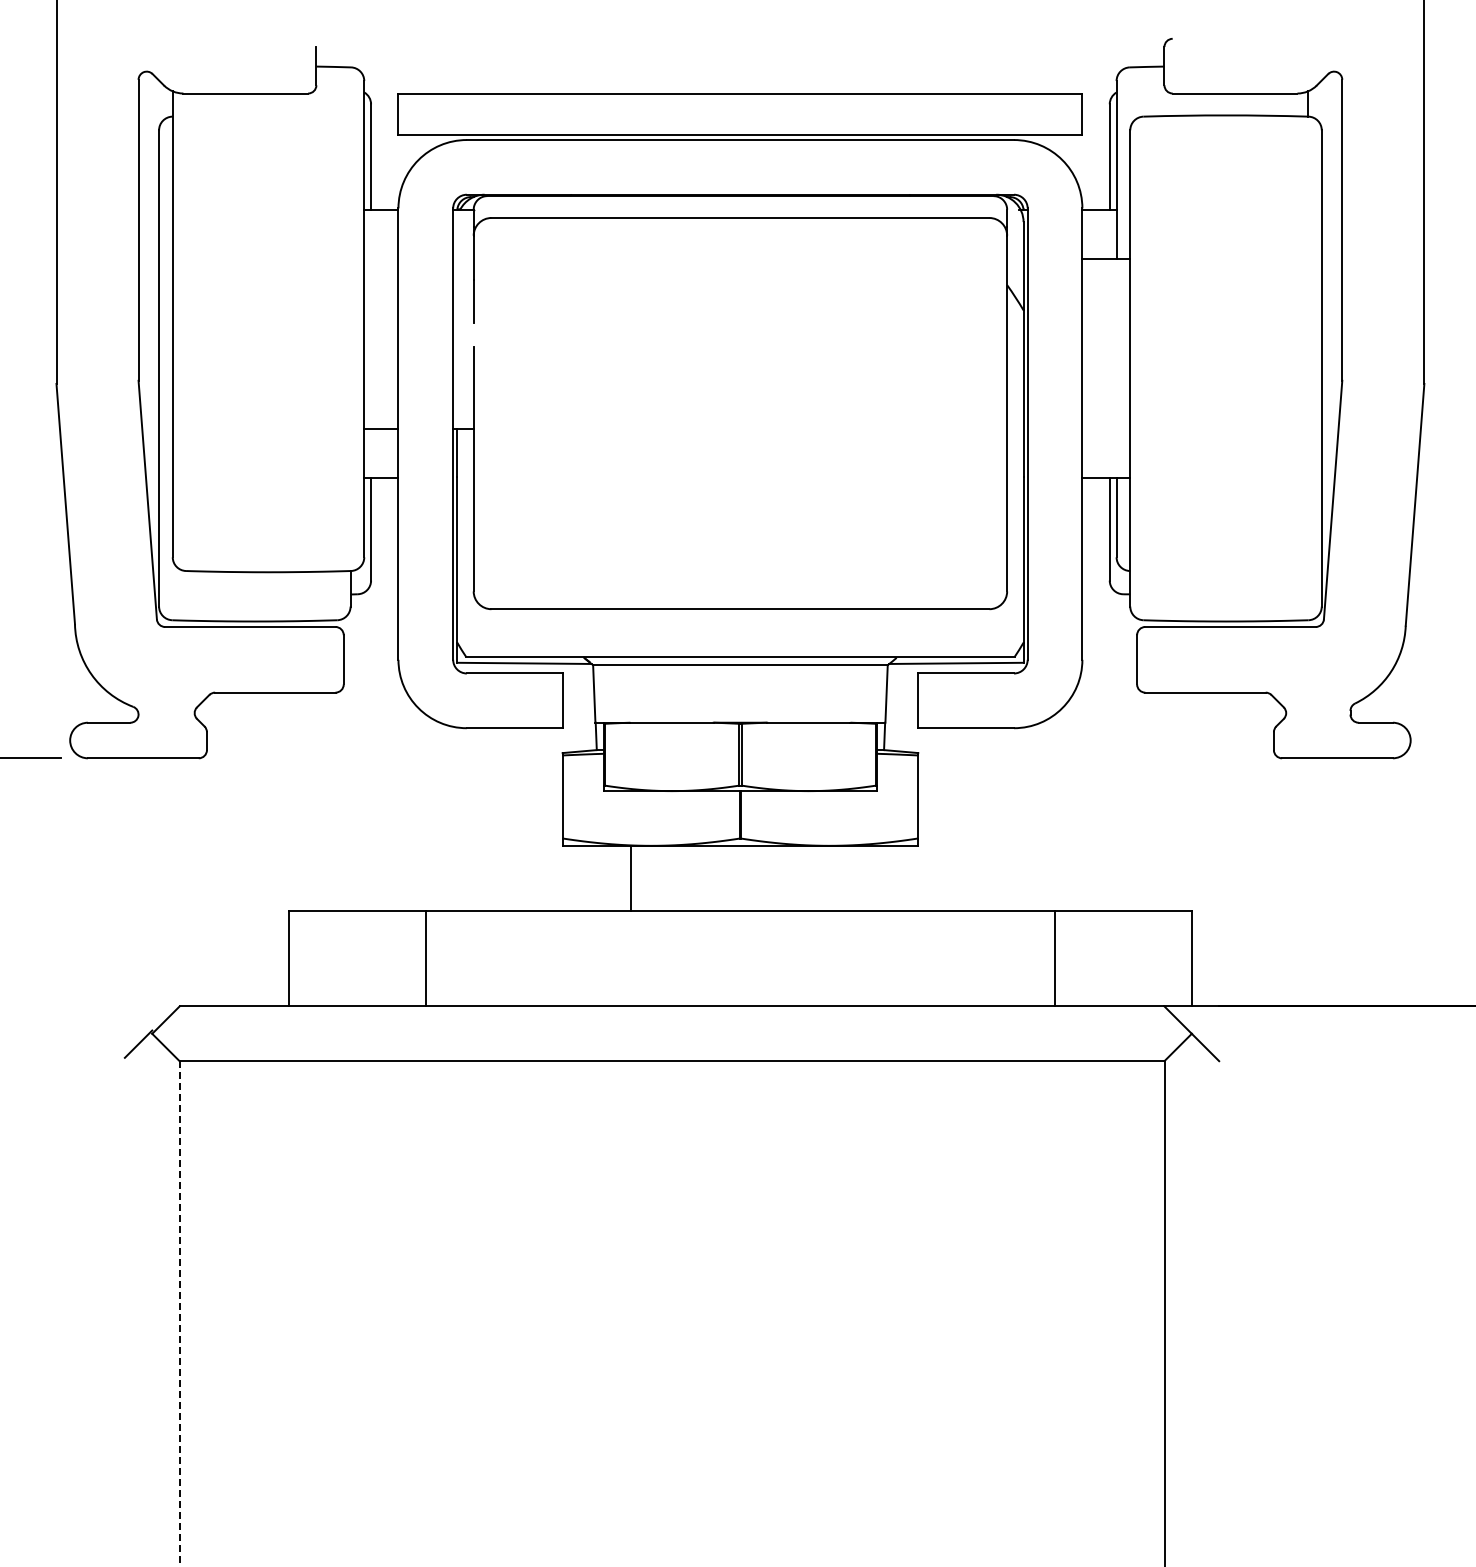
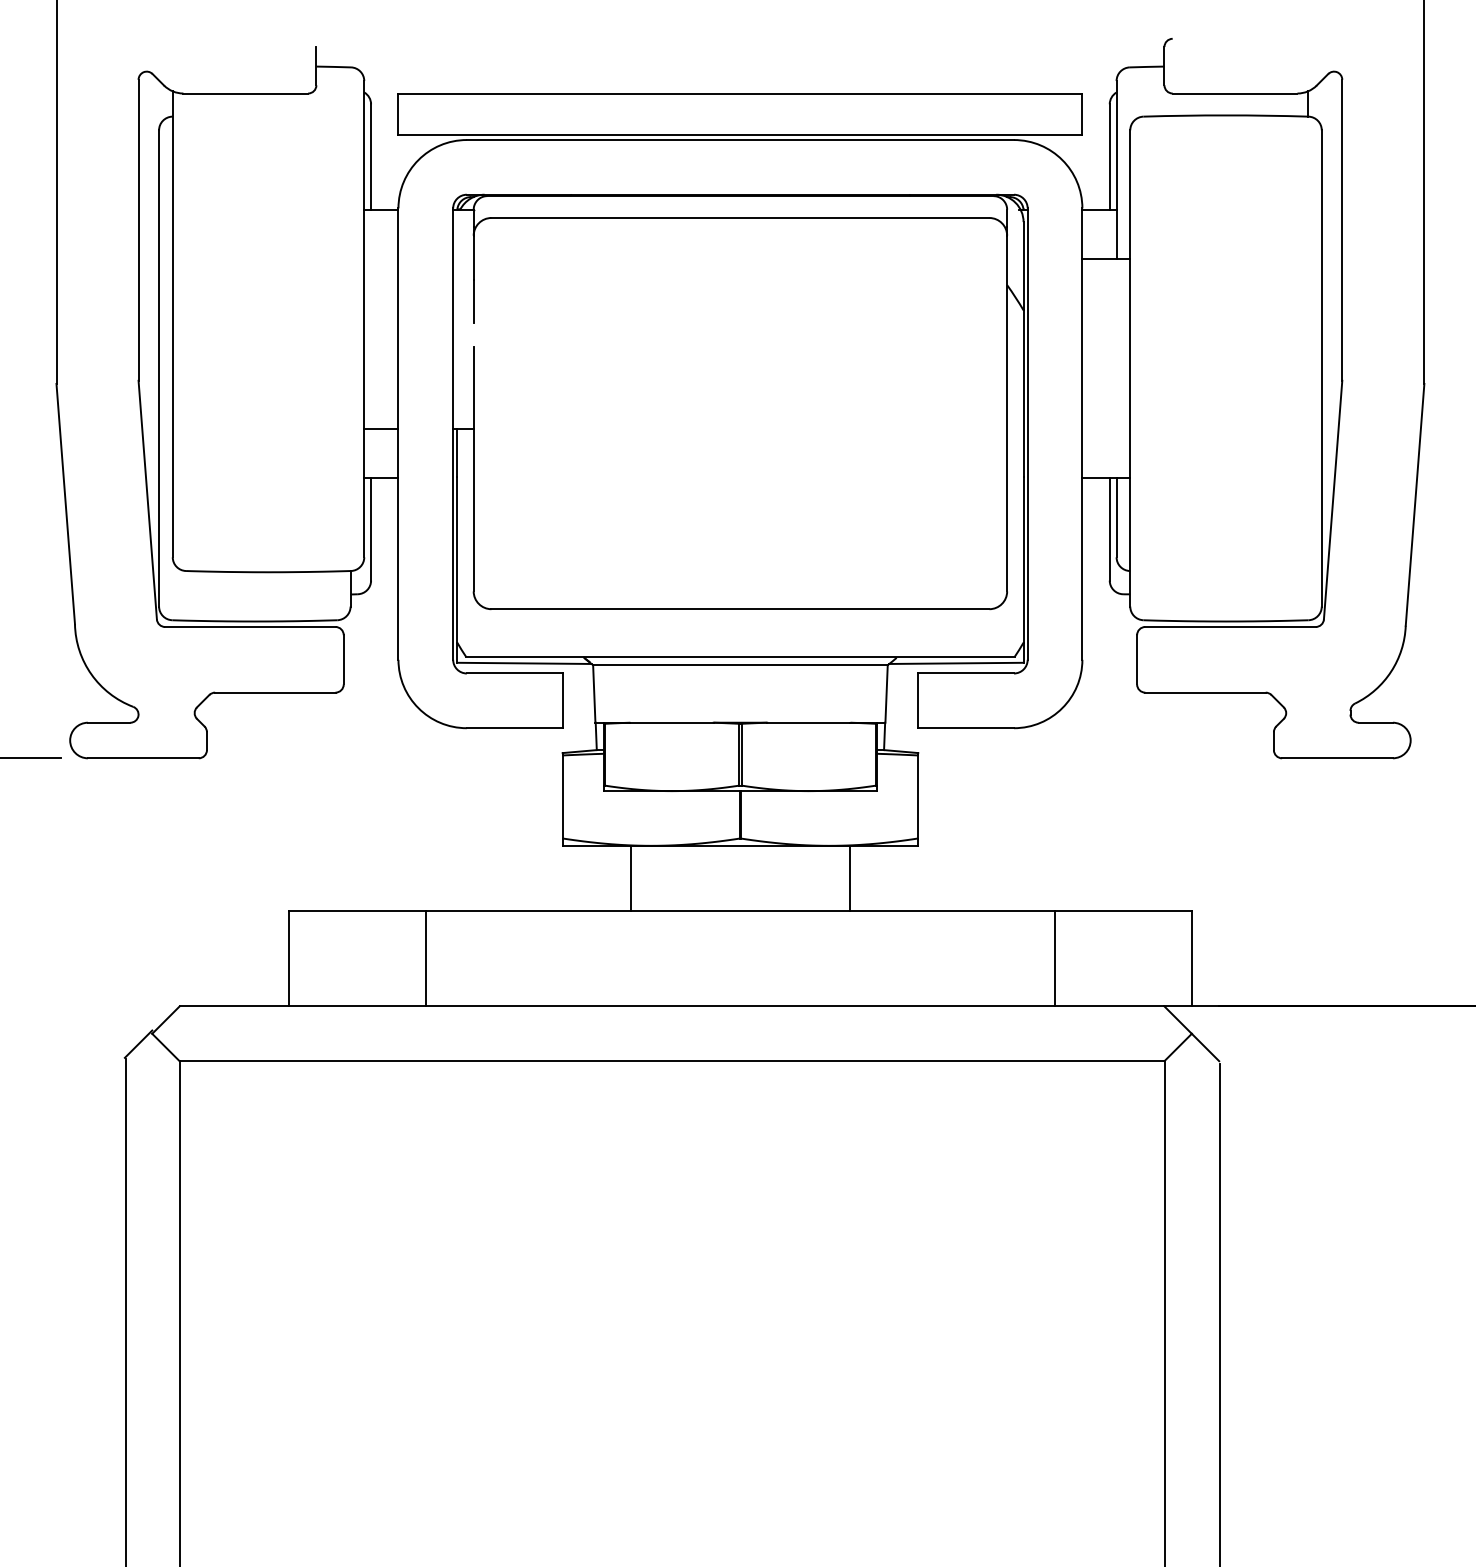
line at (849, 877): none -> present
line at (125, 1311): none -> present
line at (180, 1313): dashed -> solid
line at (1219, 1313): none -> present
